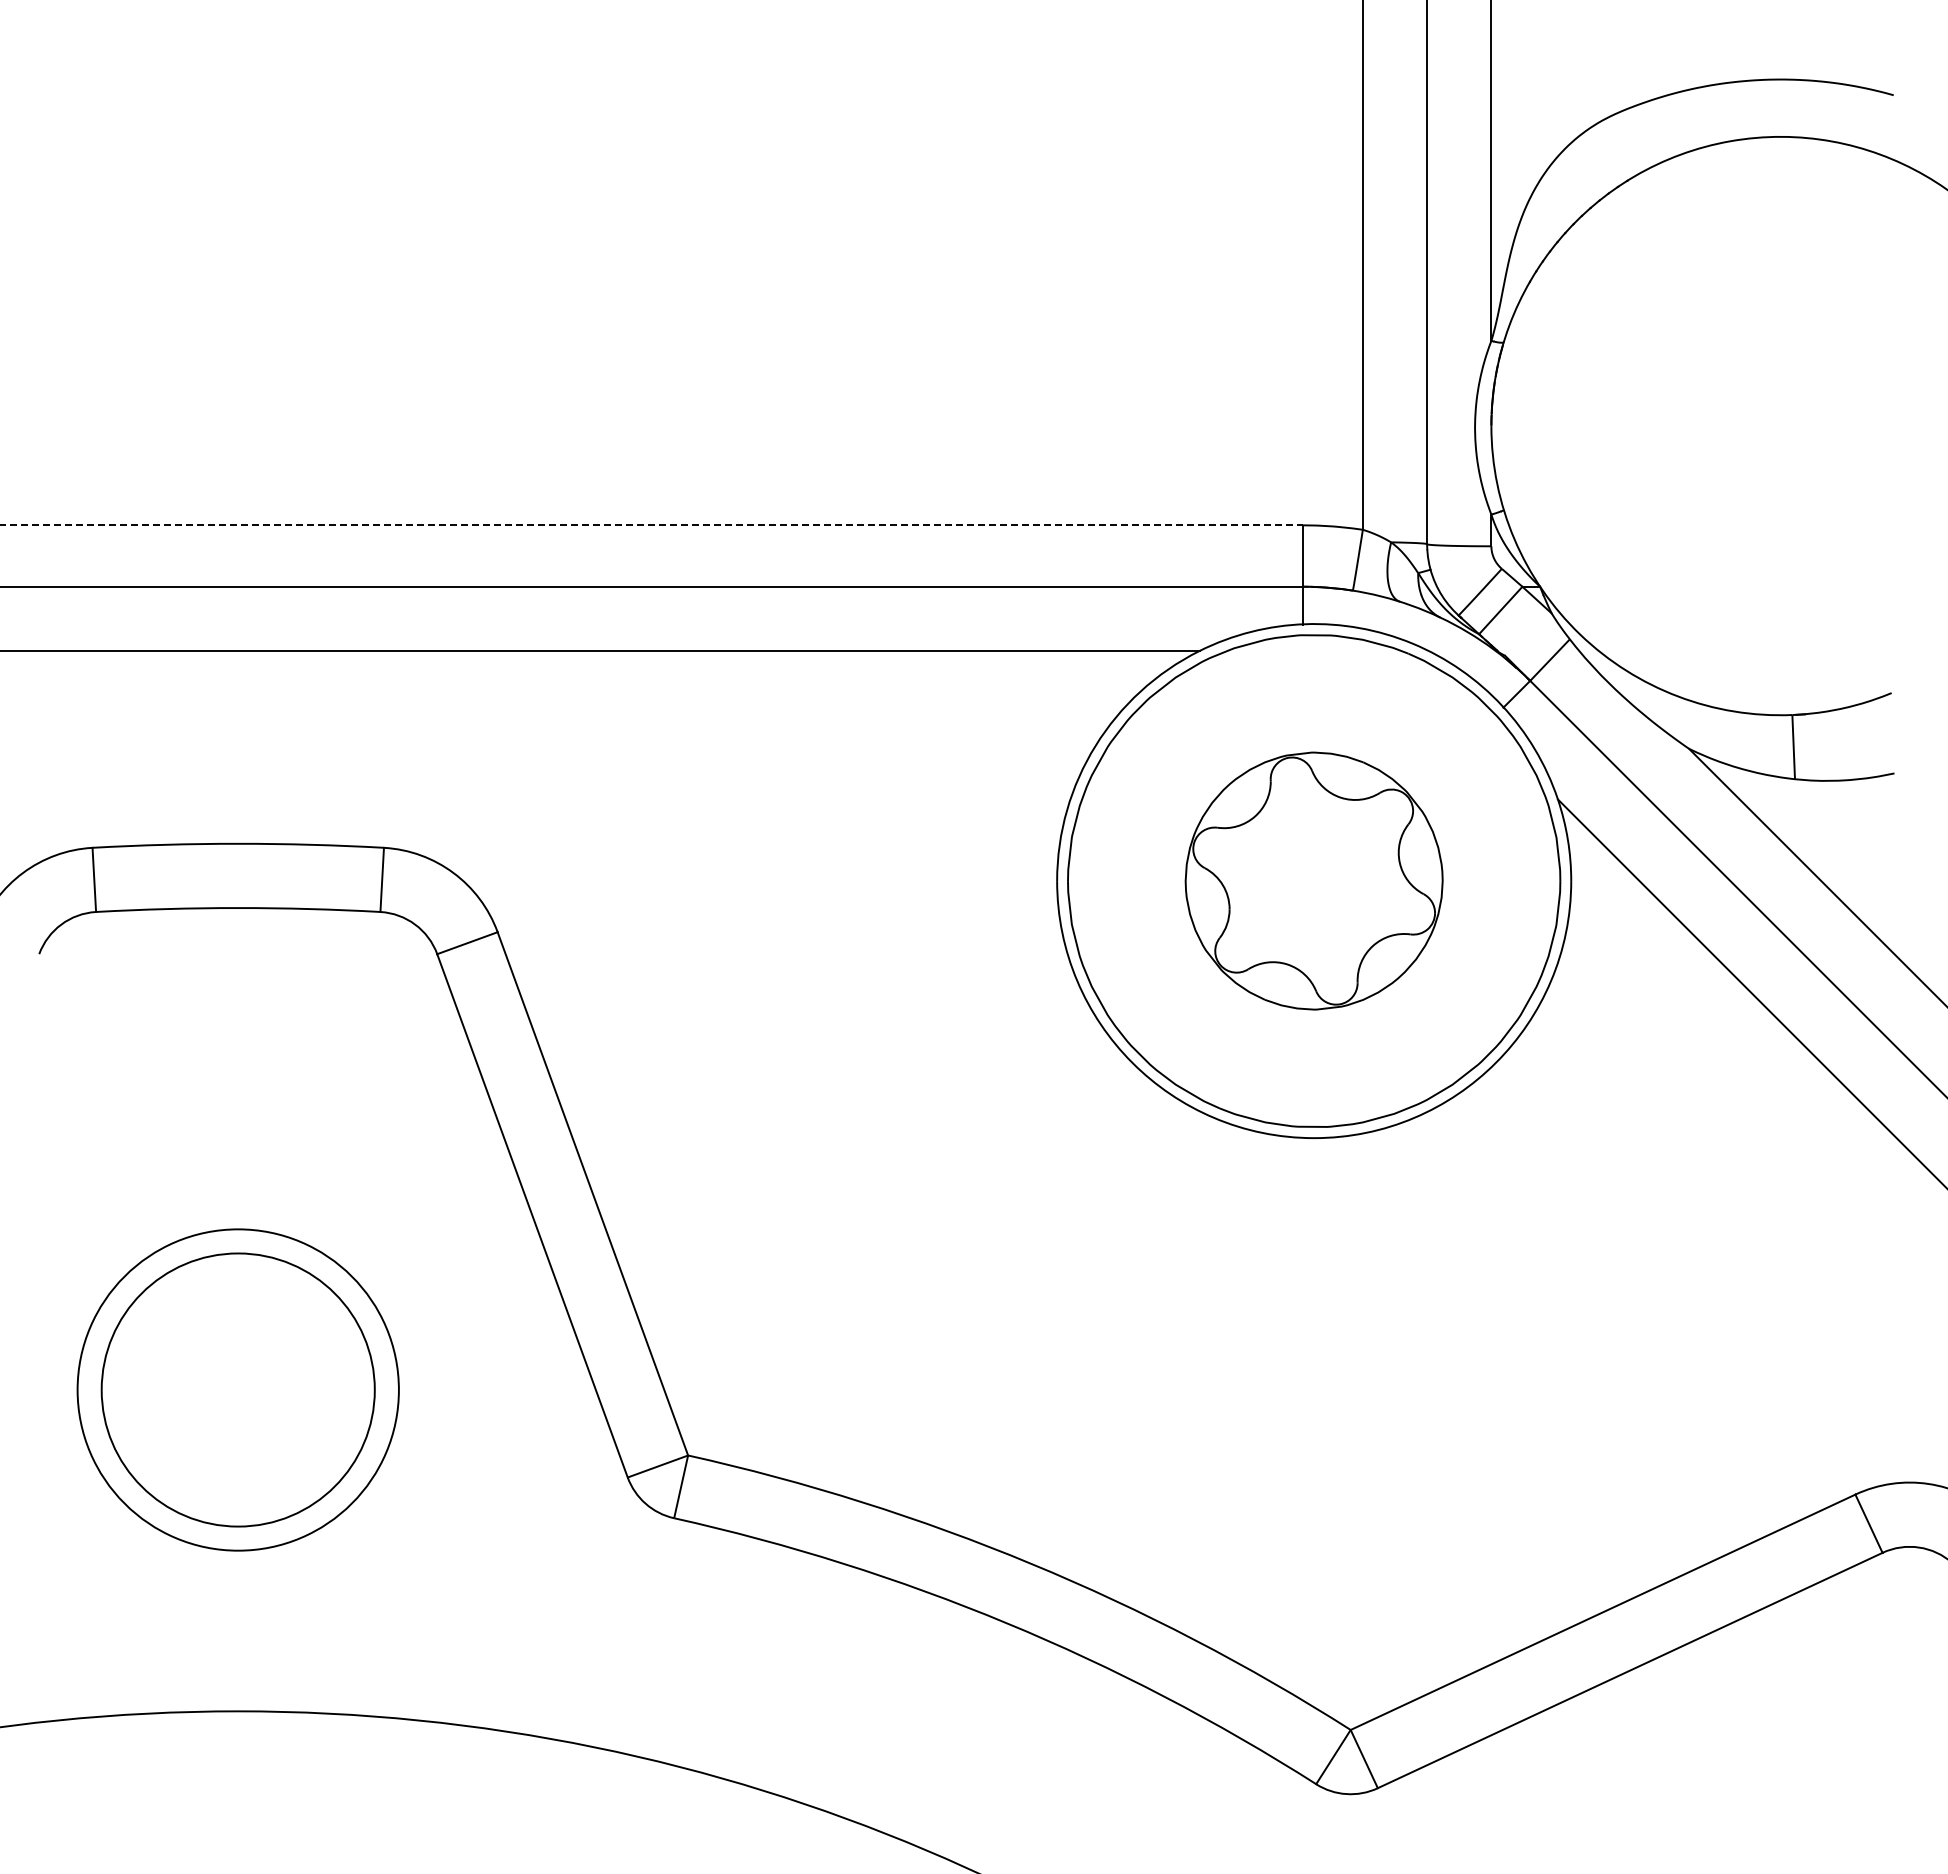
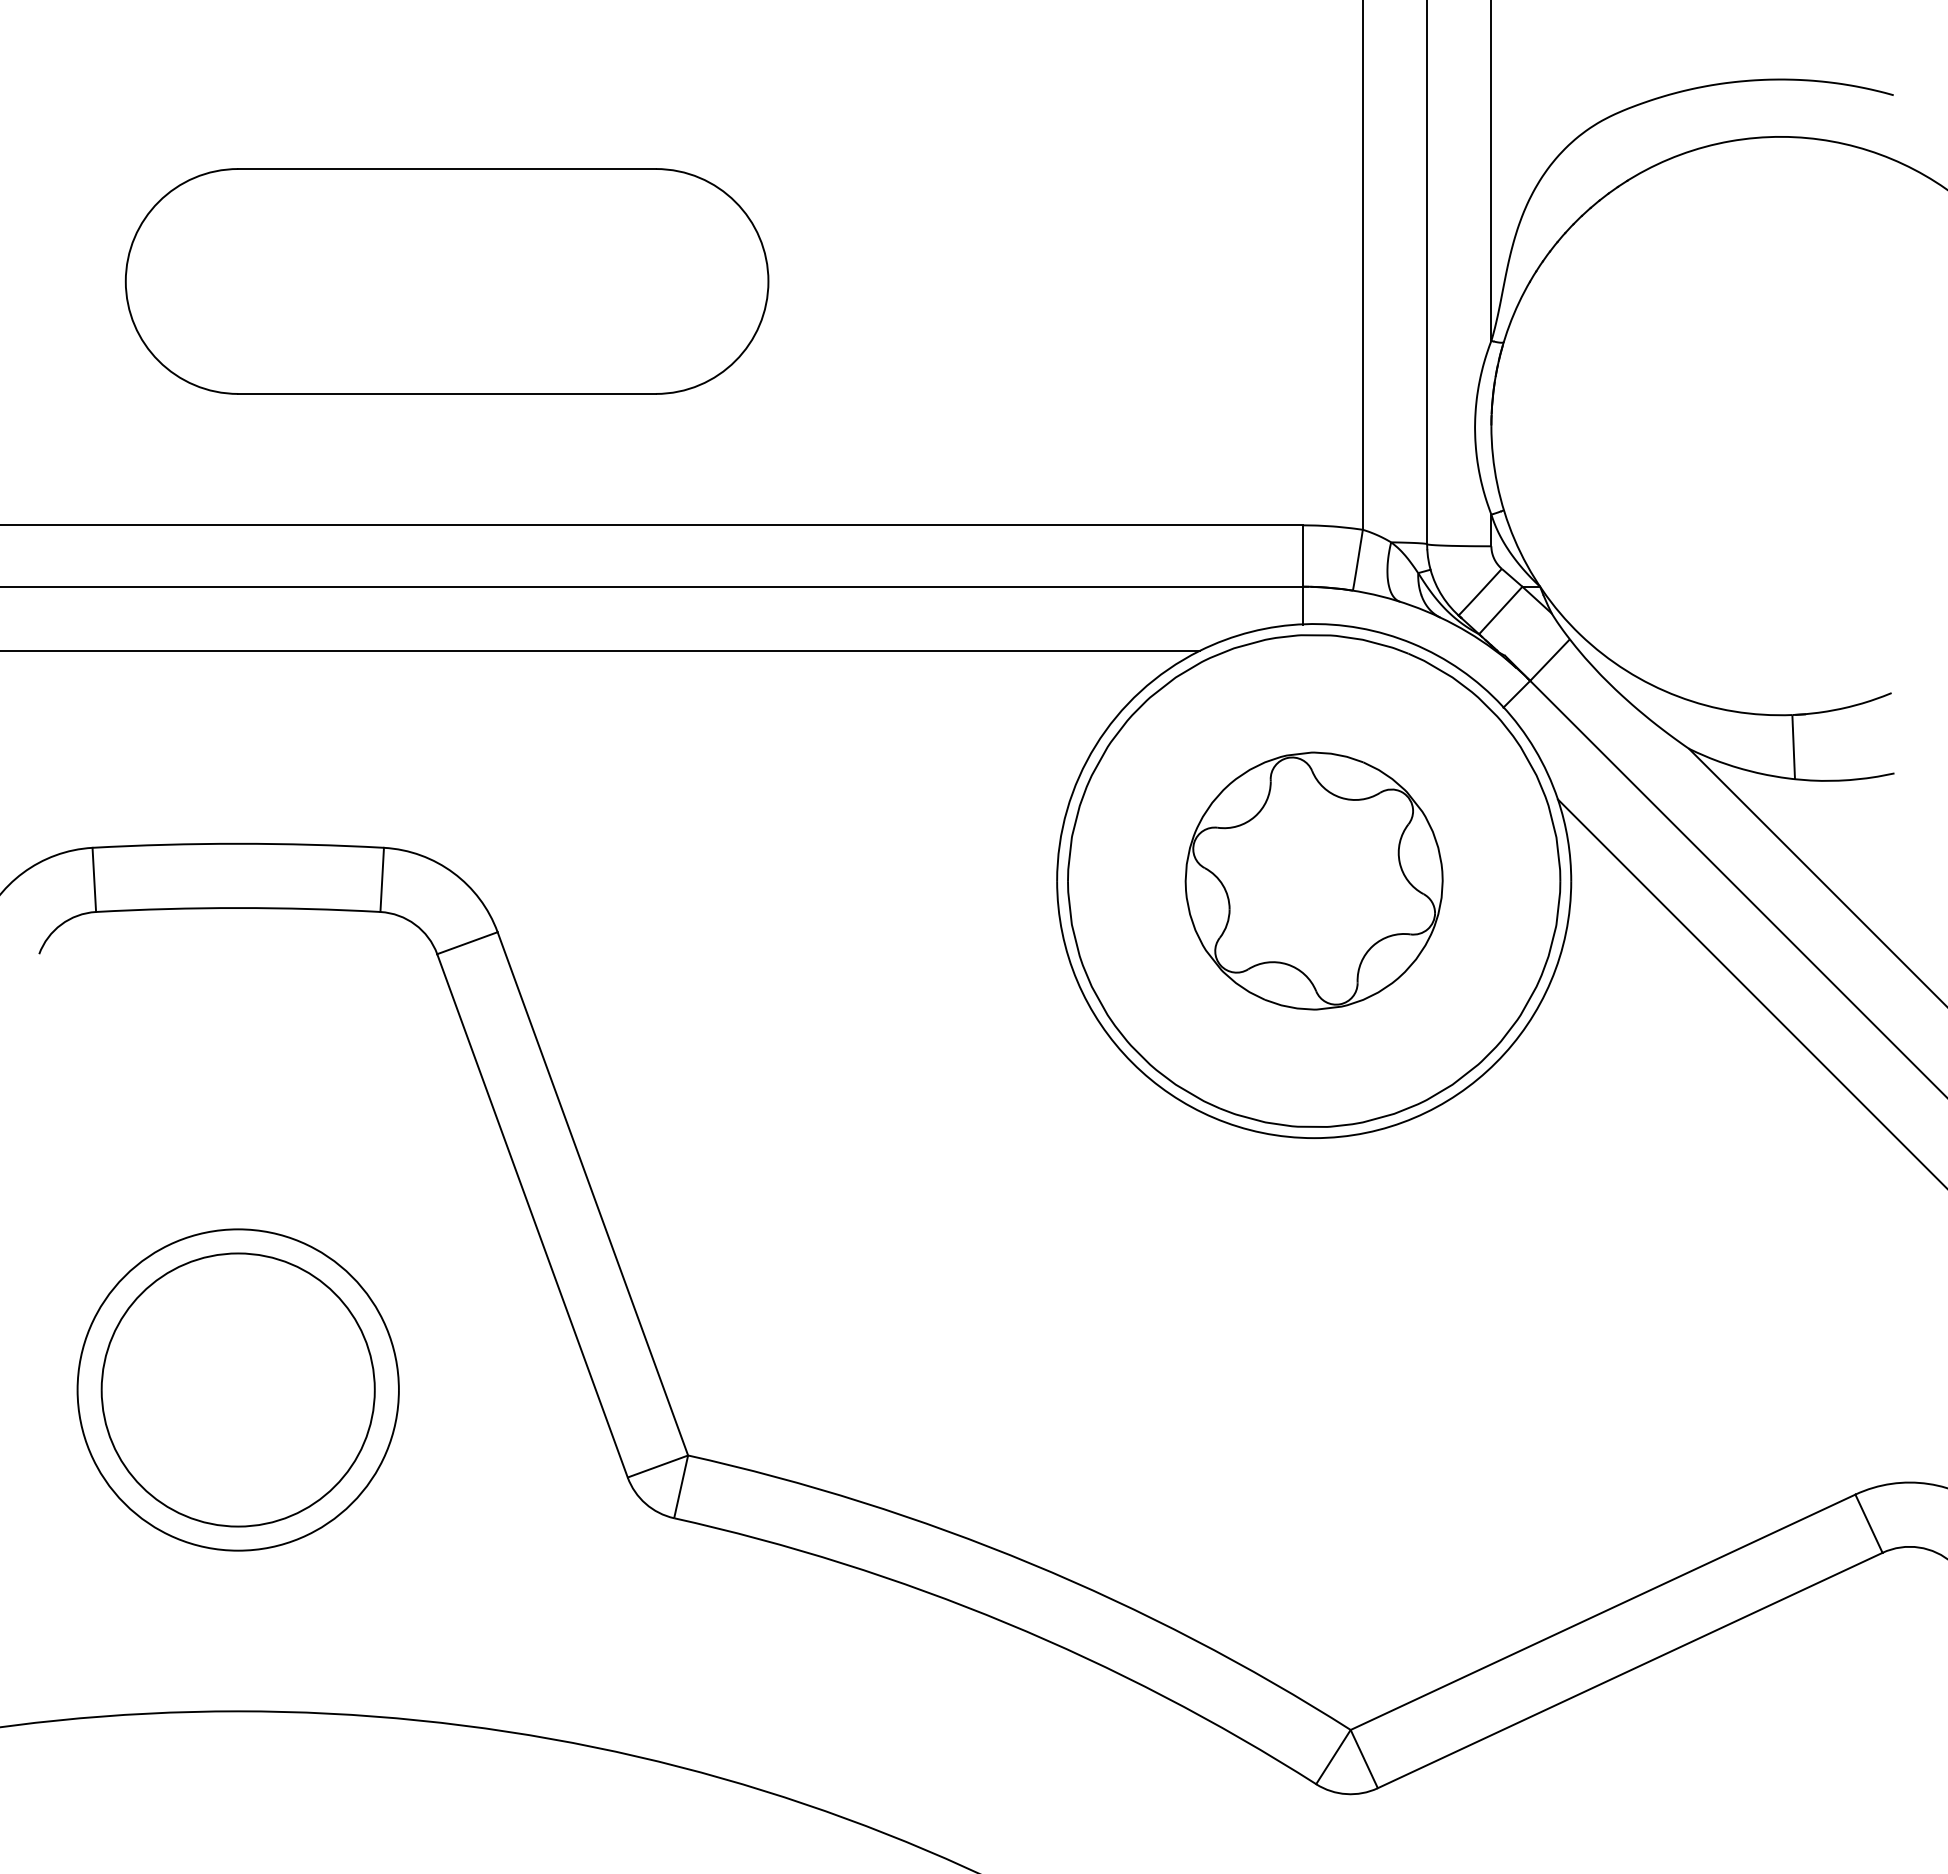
part at (446, 281): none -> present
line at (652, 525): dashed -> solid
